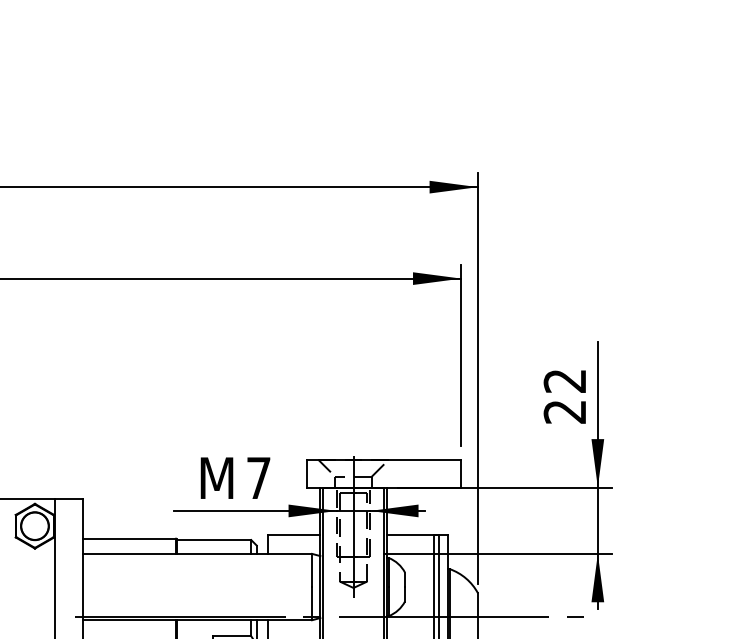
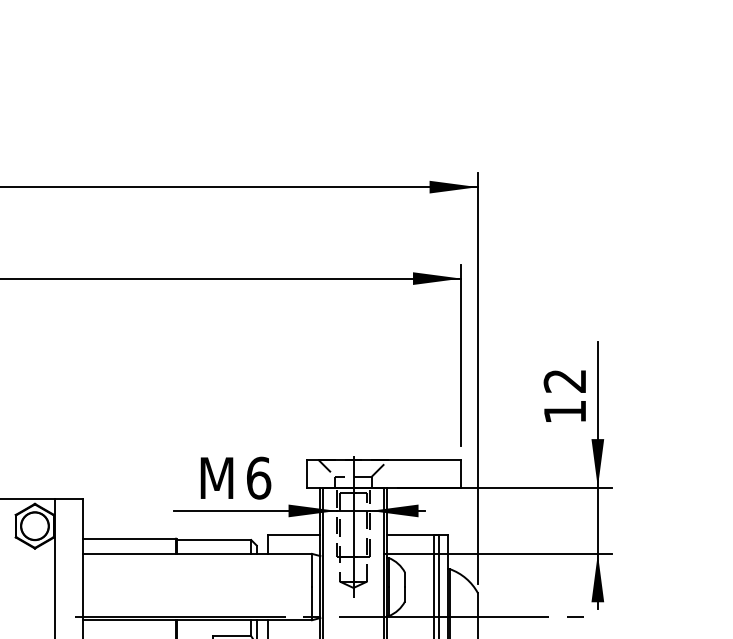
text at (564, 412): 22 -> 12
text at (259, 477): 7 -> 6
